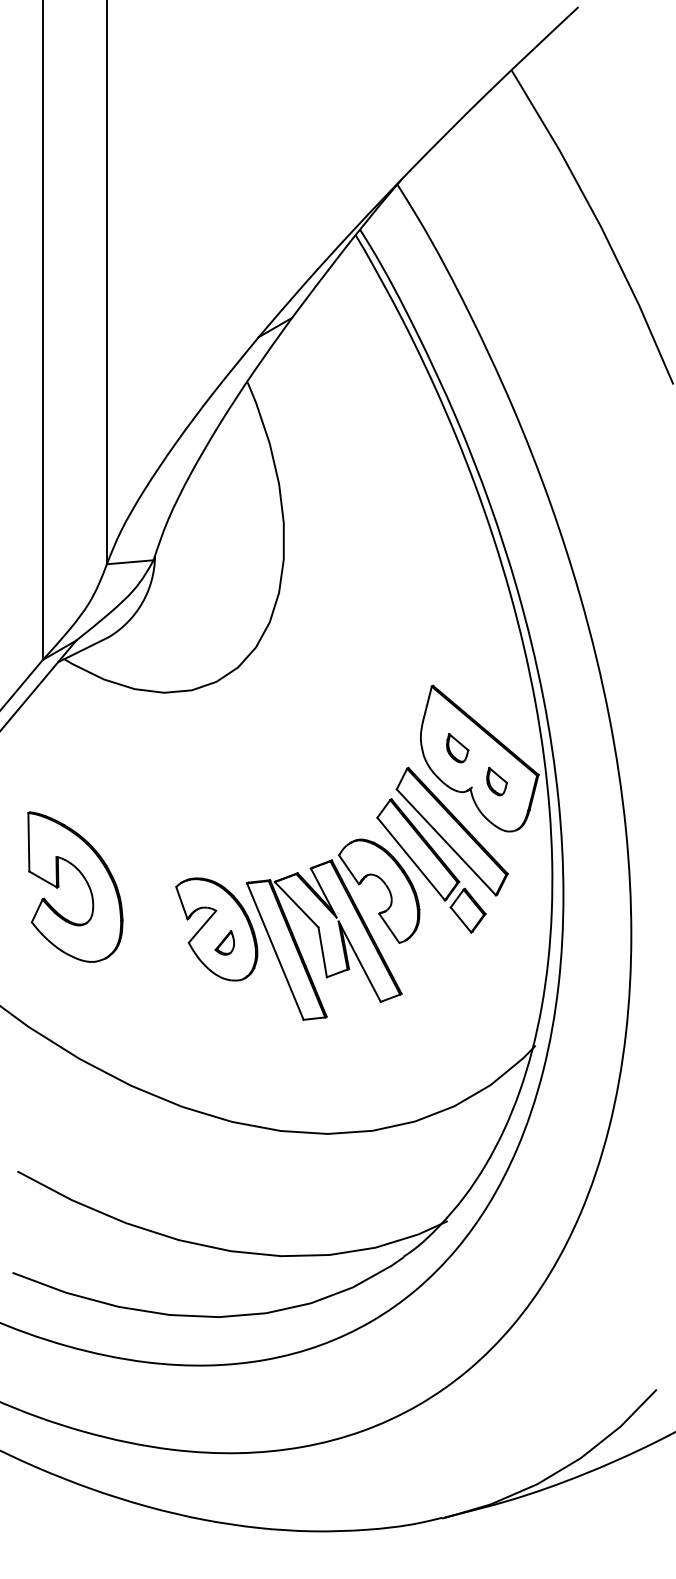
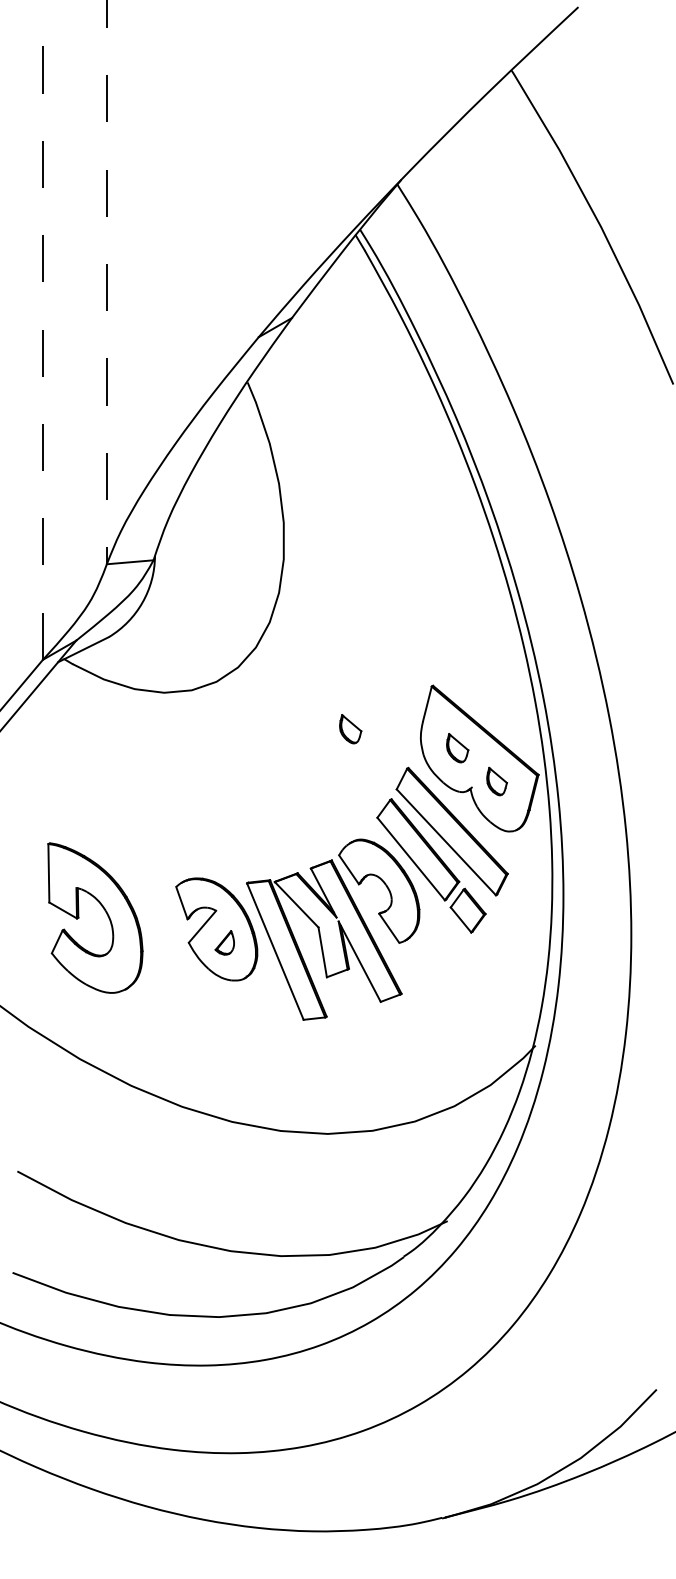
line at (106, 282): solid -> dashed
line at (42, 330): solid -> dashed
part at (350, 729): none -> present
part at (85, 881) position: (85, 881) -> (105, 912)
